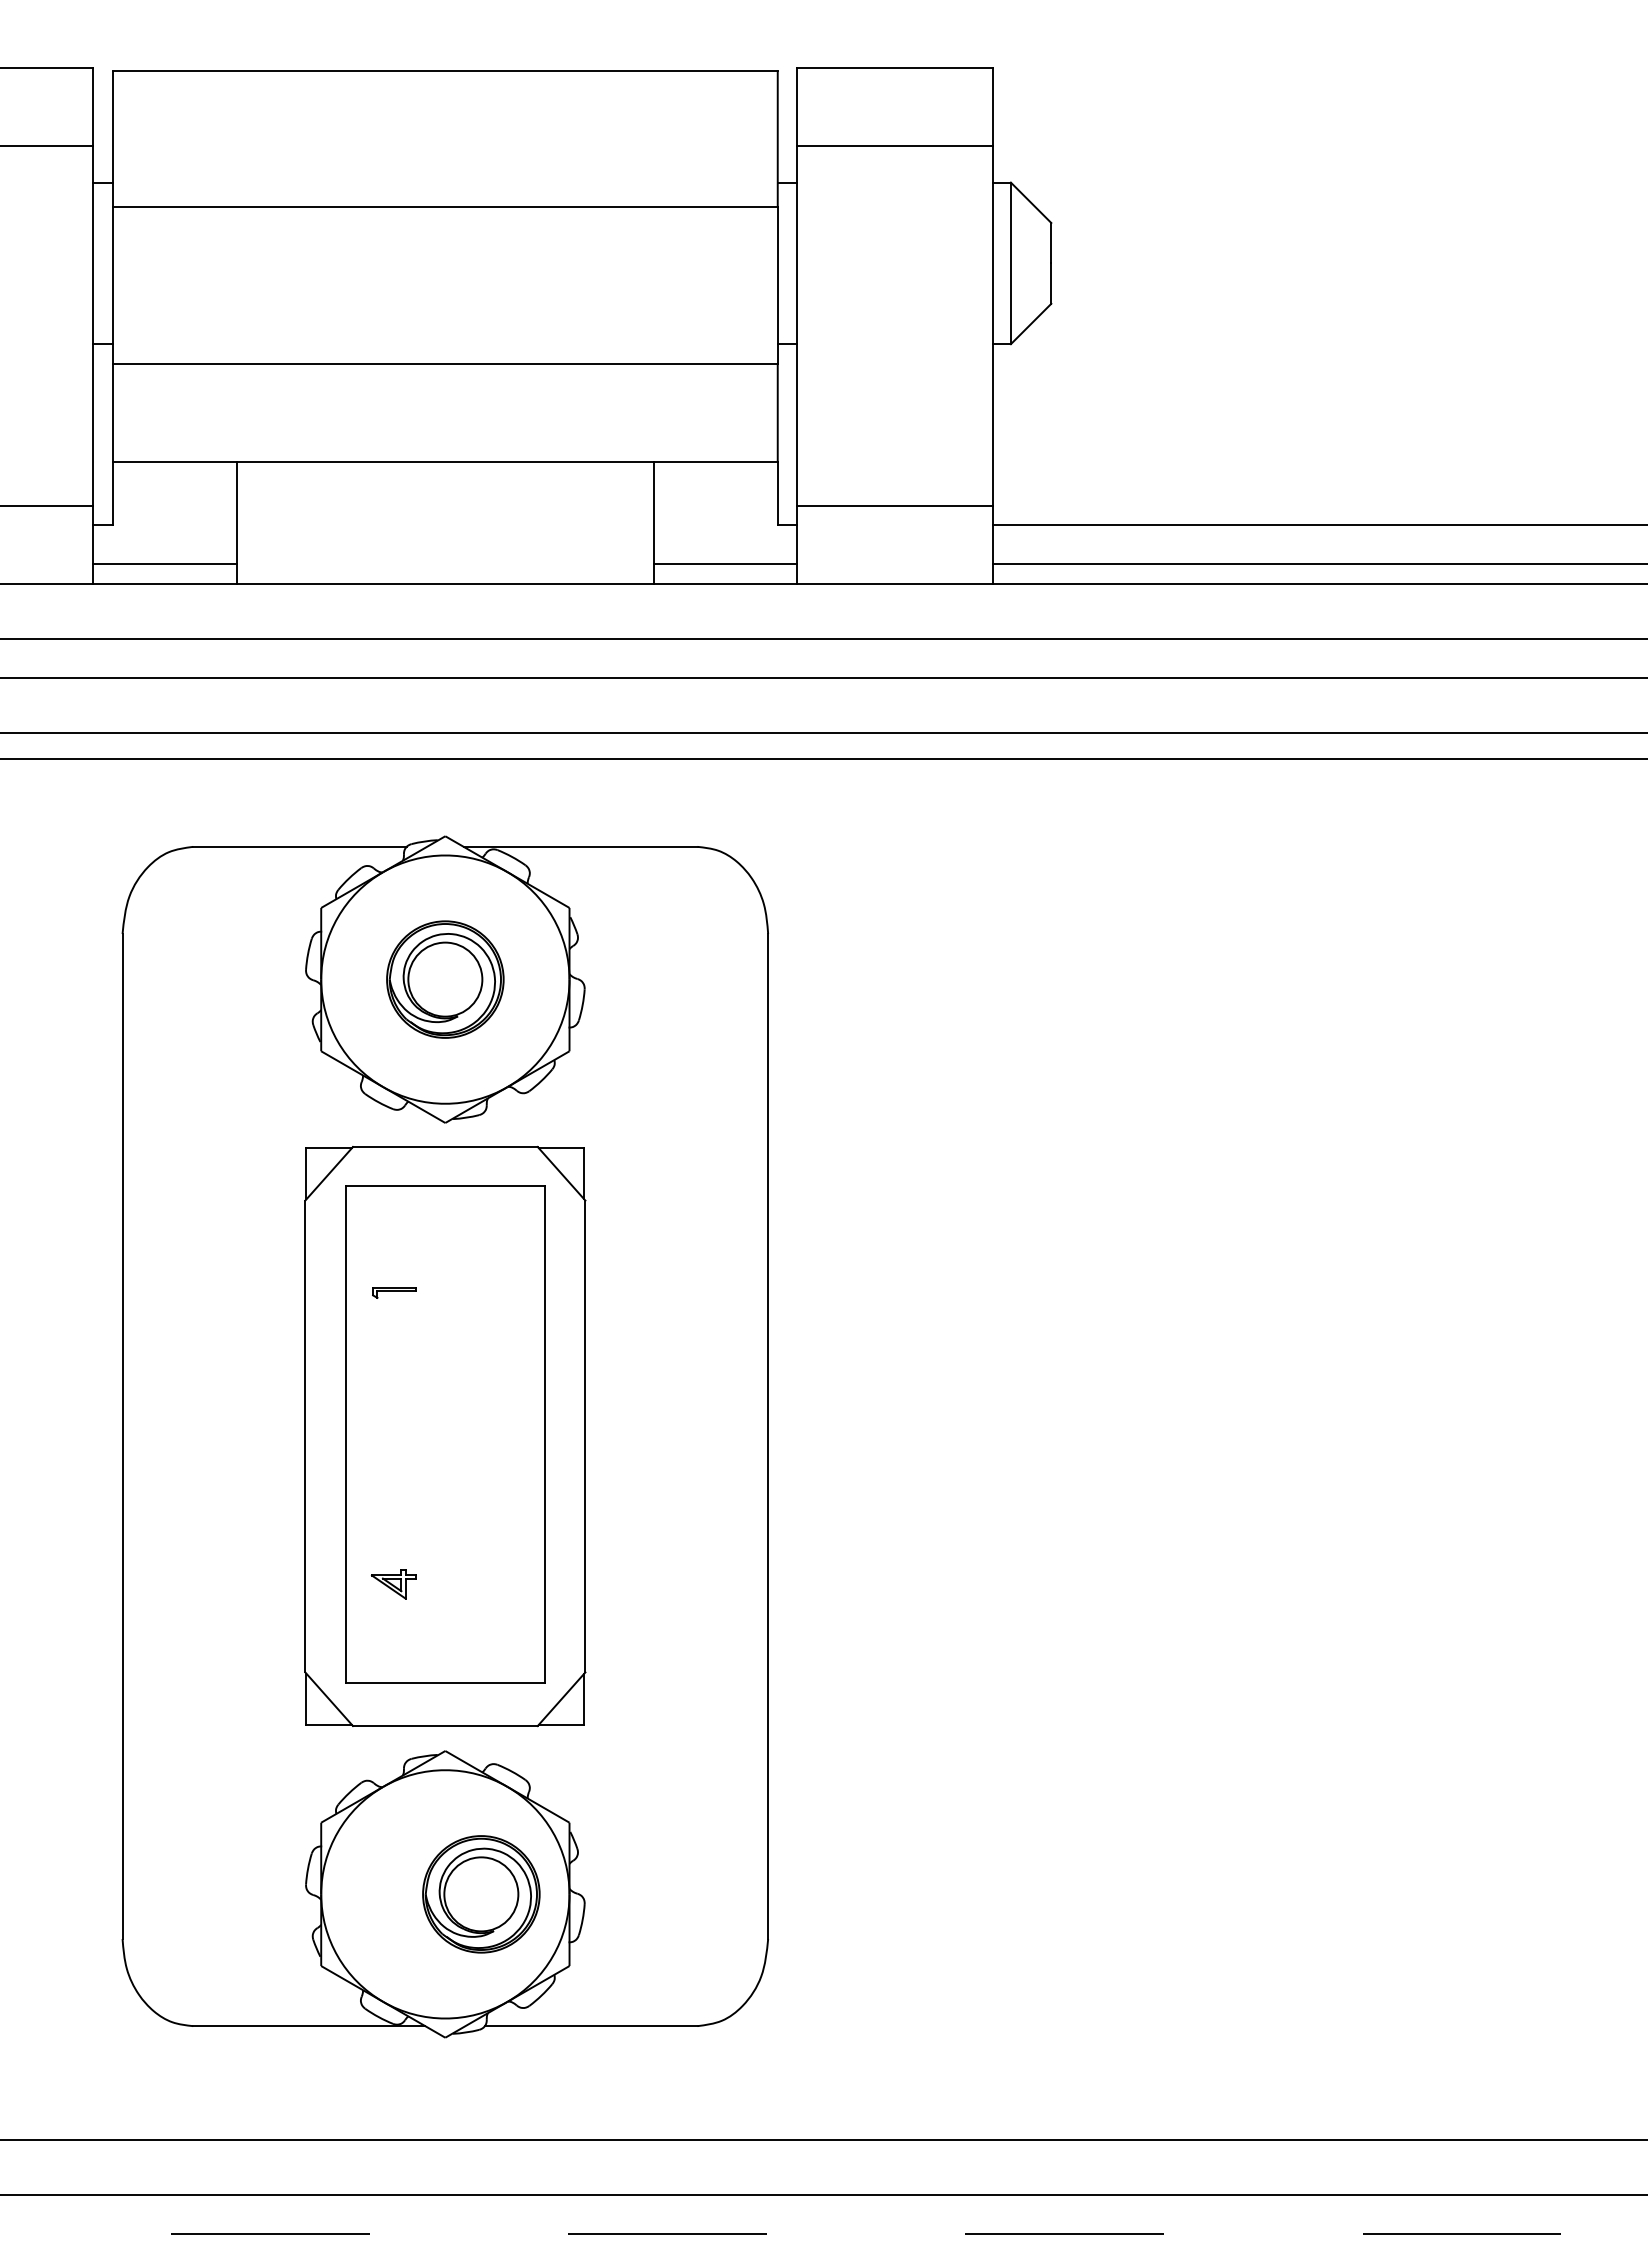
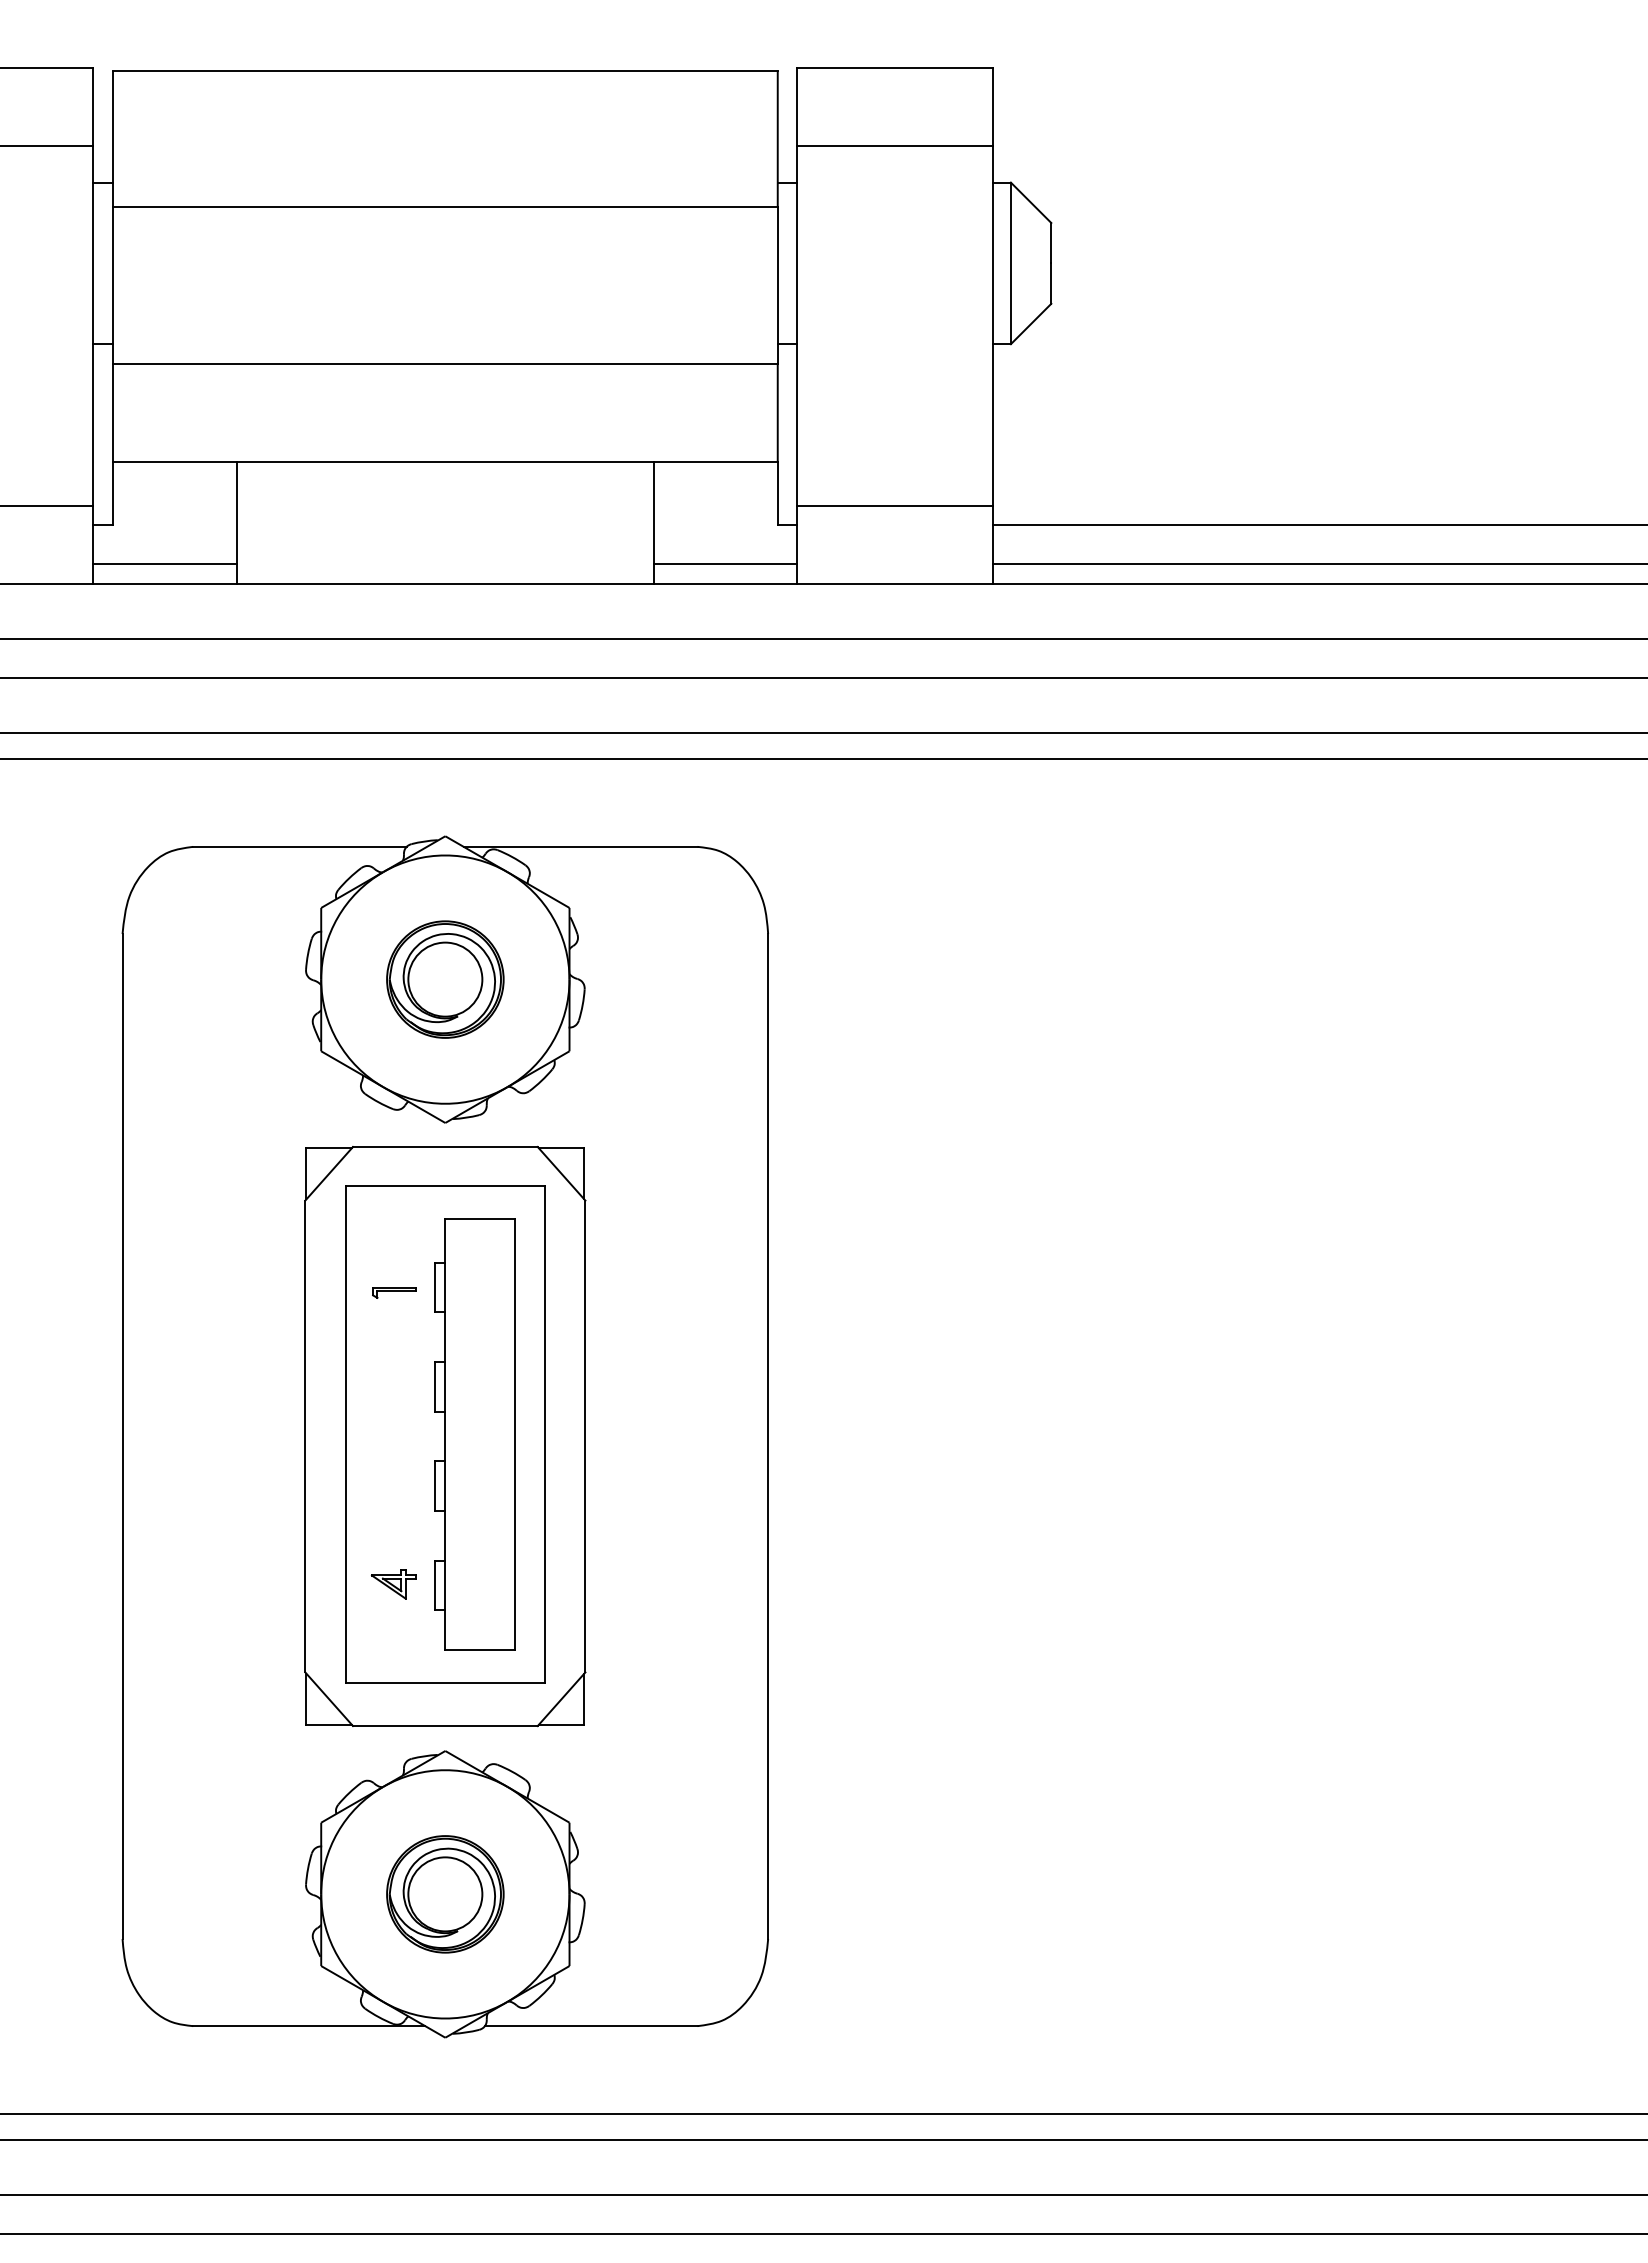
part at (474, 1434): none -> present
part at (481, 1894) position: (481, 1894) -> (445, 1894)
line at (823, 2114): none -> present
line at (823, 2234): dashed -> solid
